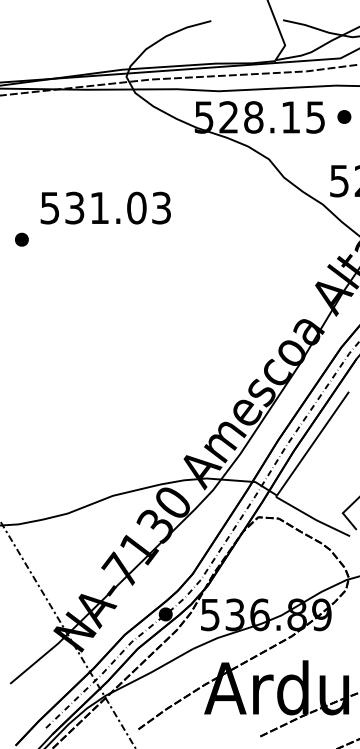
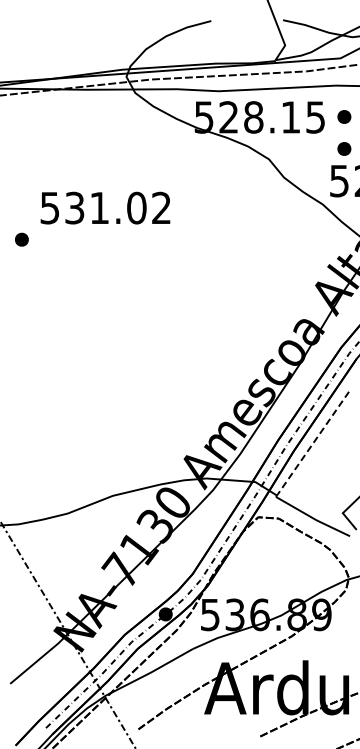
part at (344, 148): none -> present
text at (161, 208): 531.03 -> 531.02
line at (312, 444): solid -> dashed
